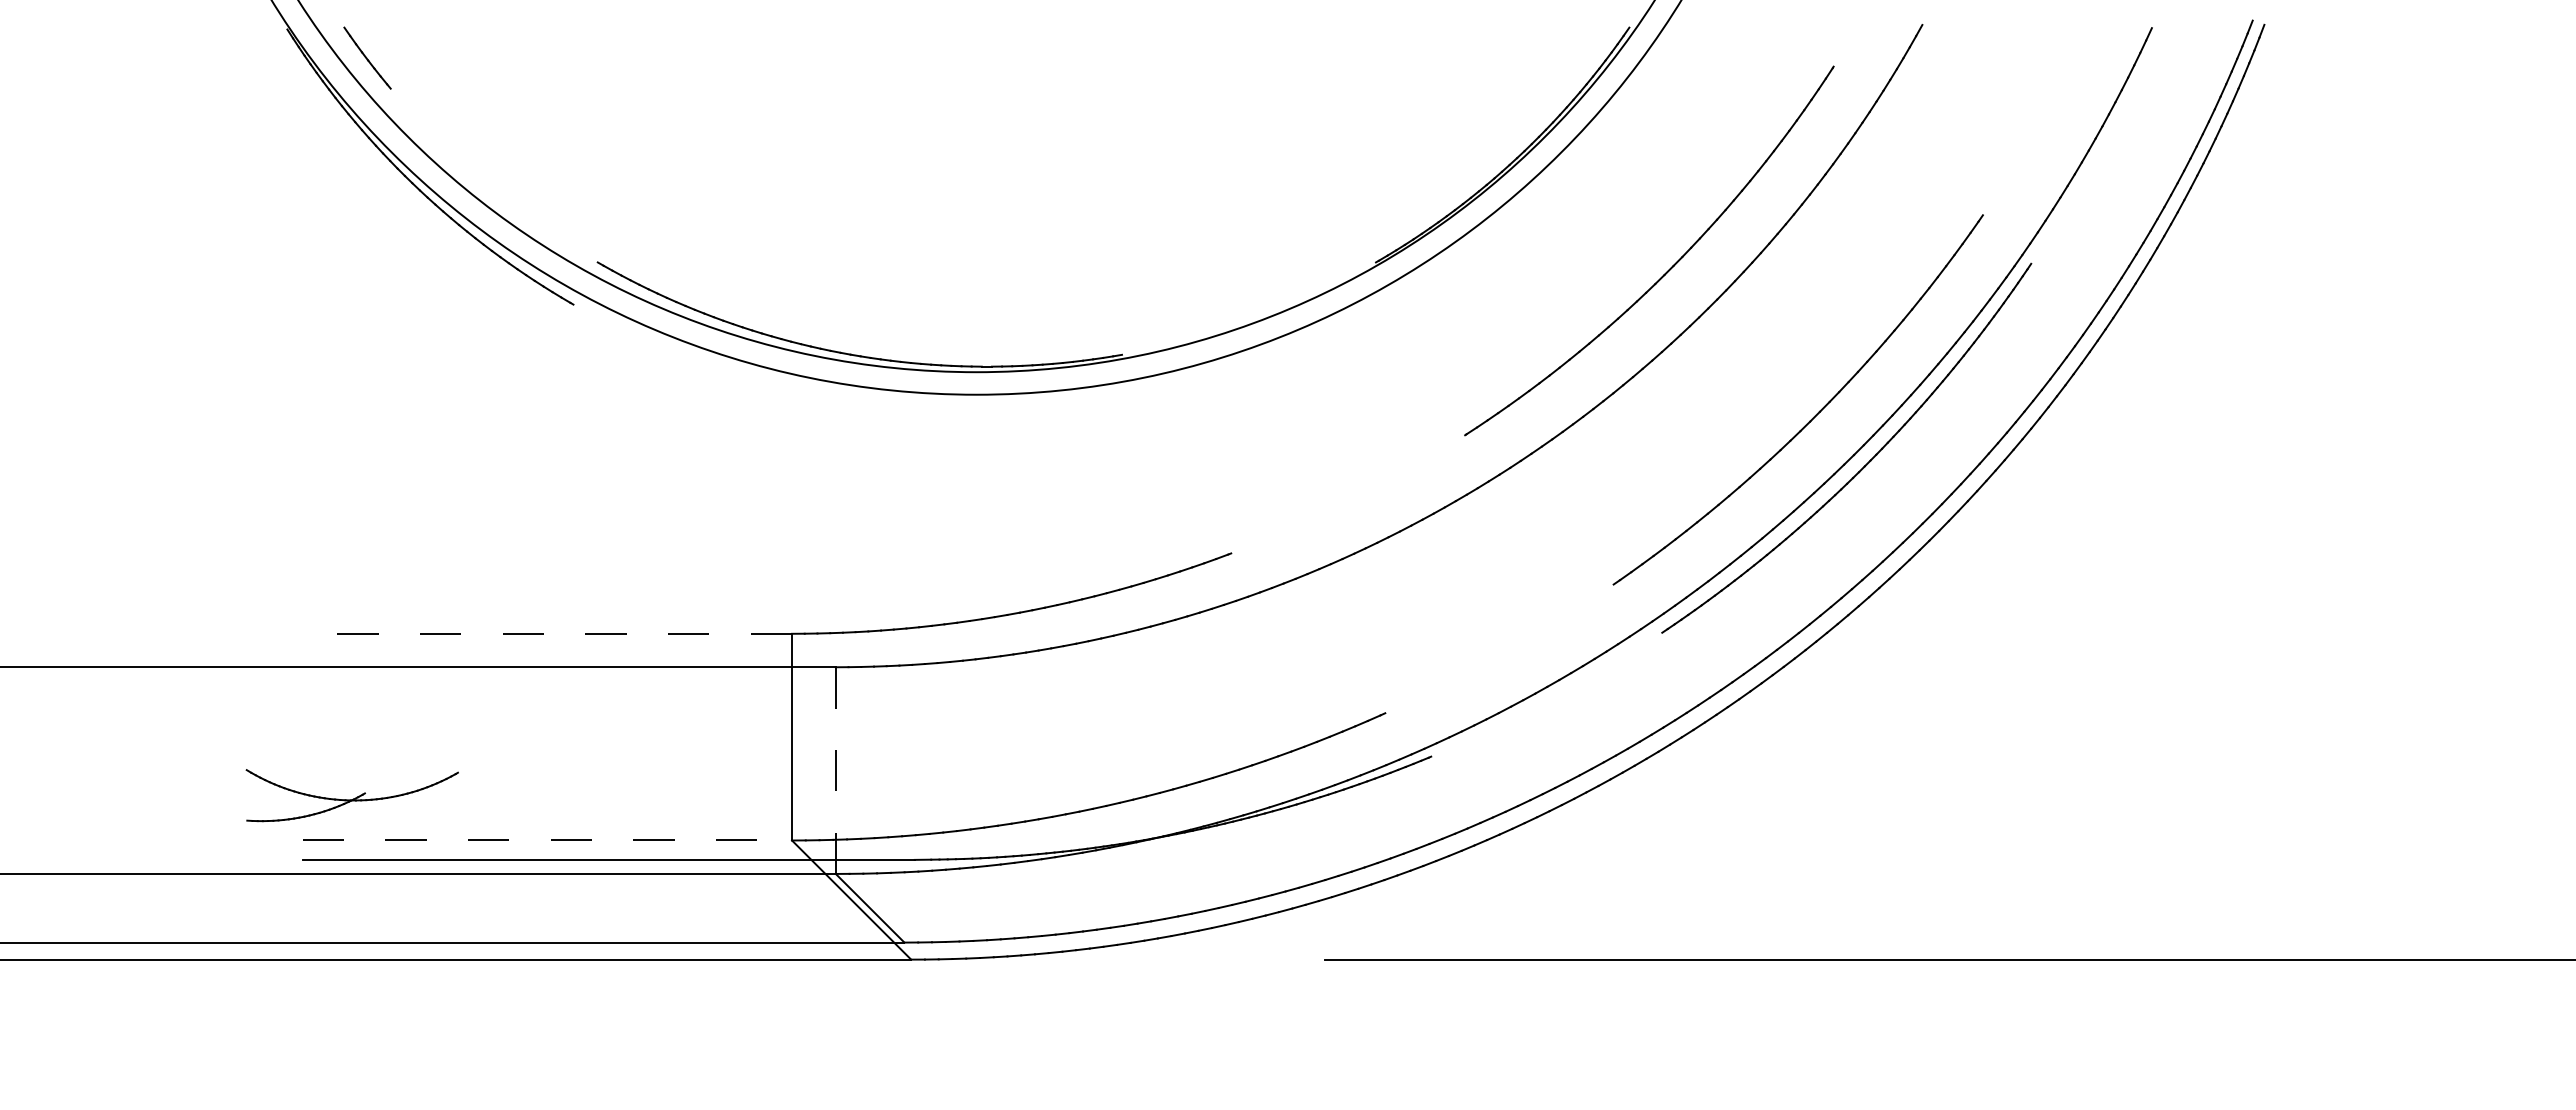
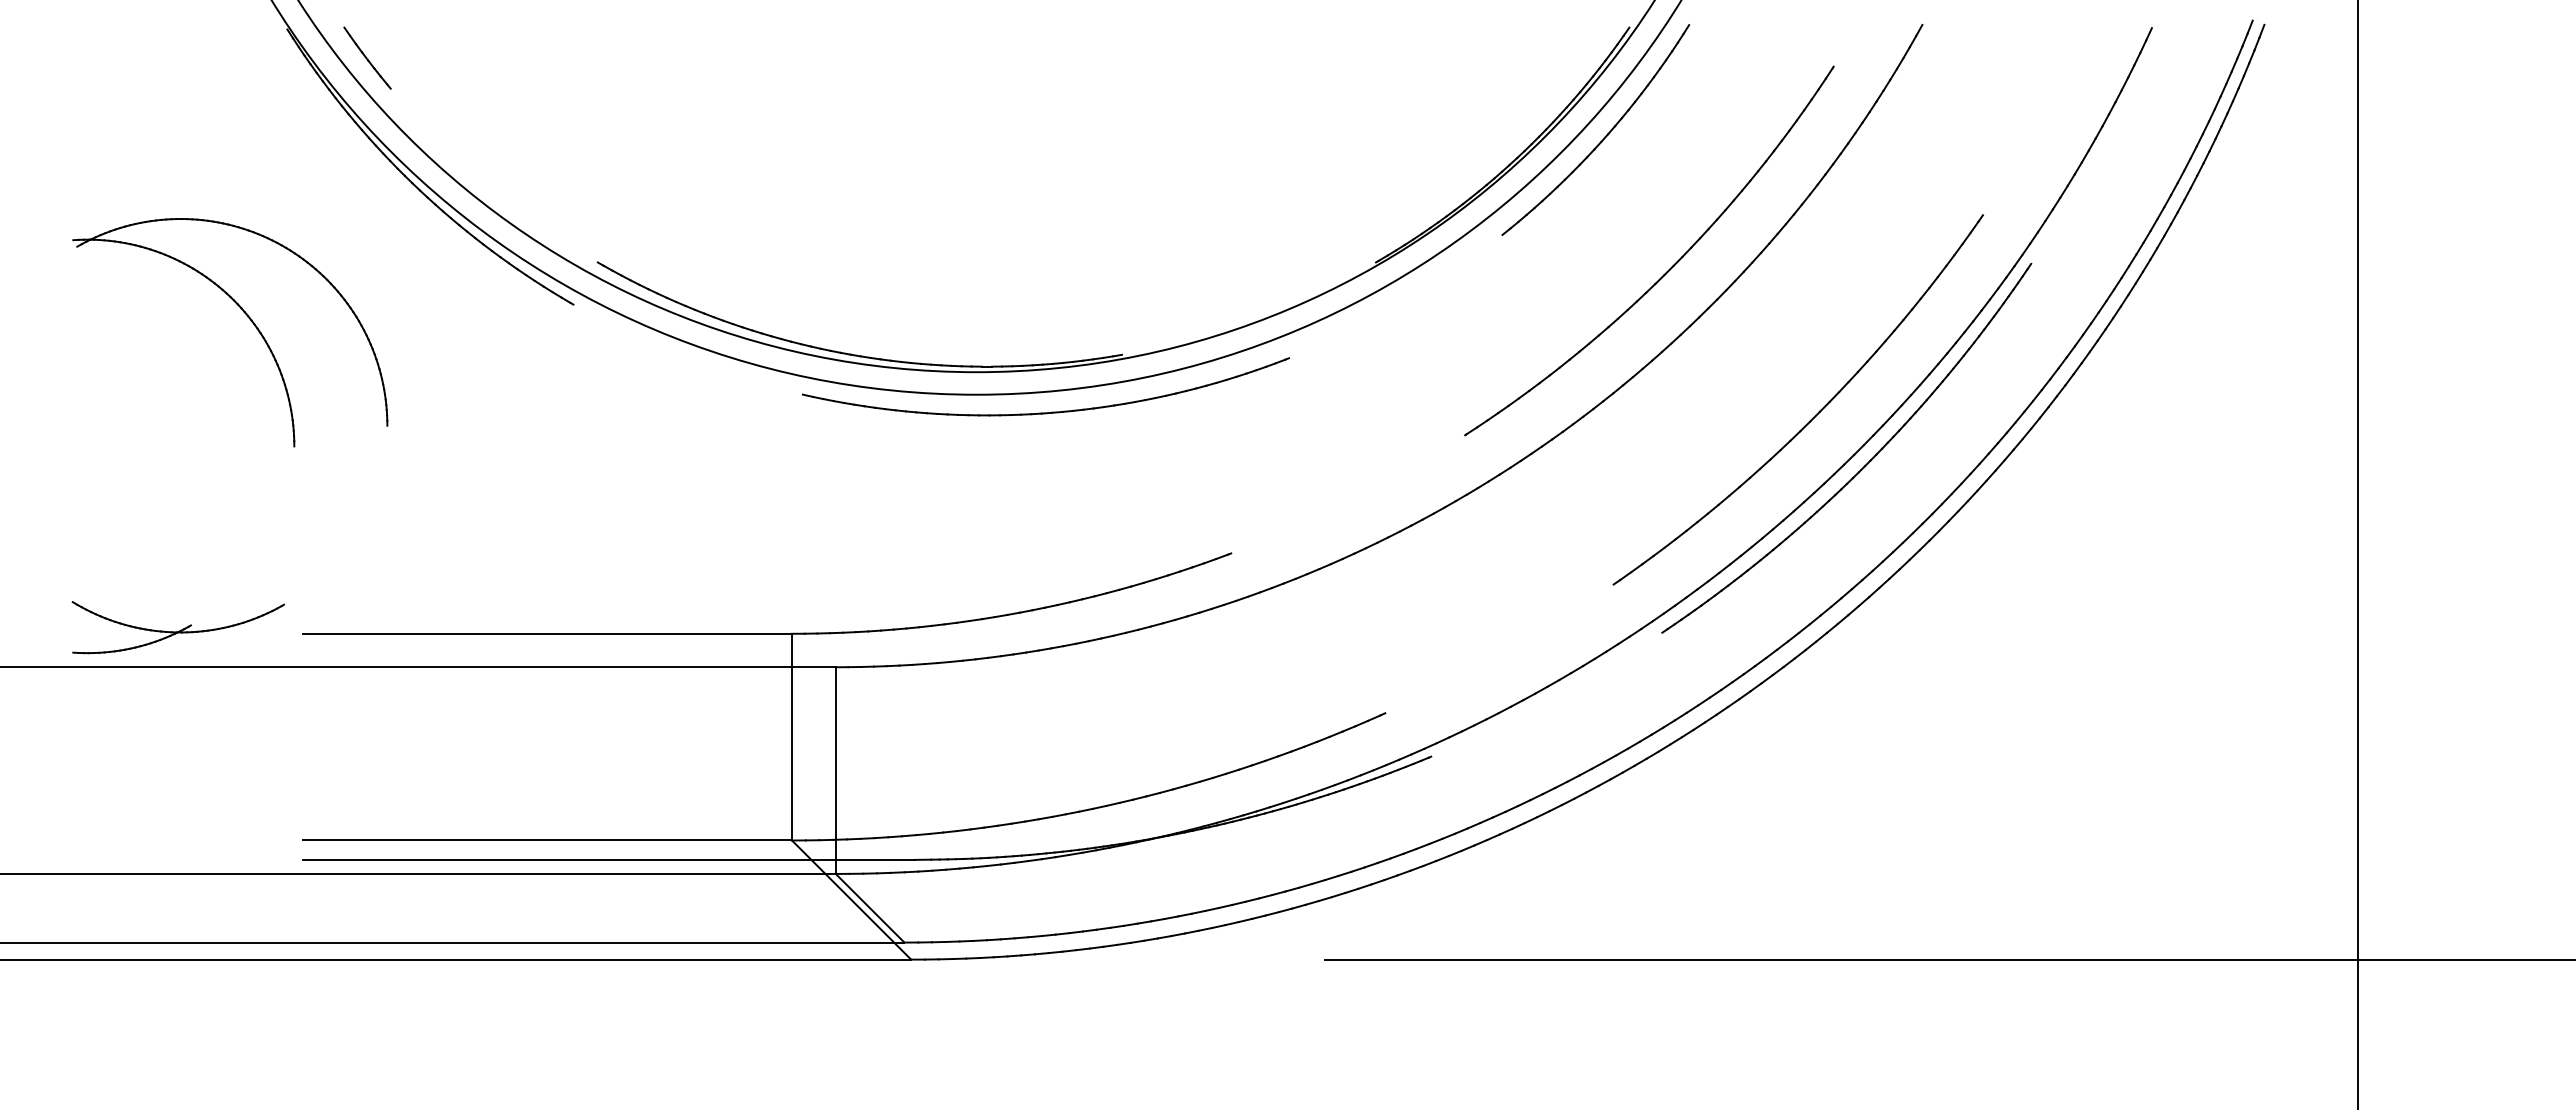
part at (1603, 137): none -> present
part at (247, 317): none -> present
part at (1051, 411): none -> present
line at (2358, 554): none -> present
line at (547, 633): dashed -> solid
line at (835, 770): dashed -> solid
part at (351, 795) position: (351, 795) -> (177, 627)
line at (547, 840): dashed -> solid
